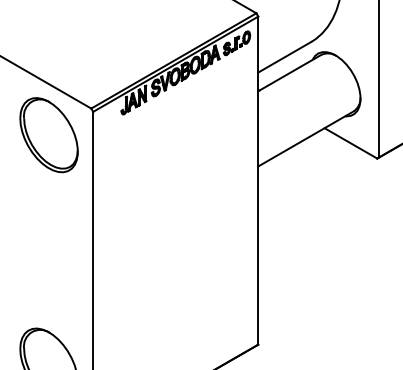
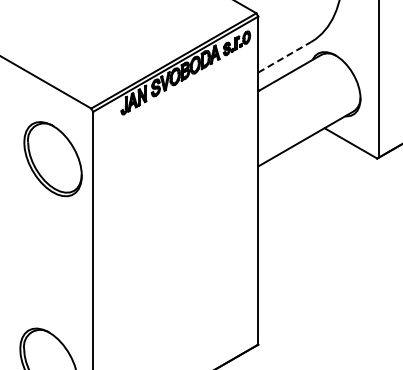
line at (284, 57): solid -> dashed
part at (48, 135) position: (48, 135) -> (52, 159)
